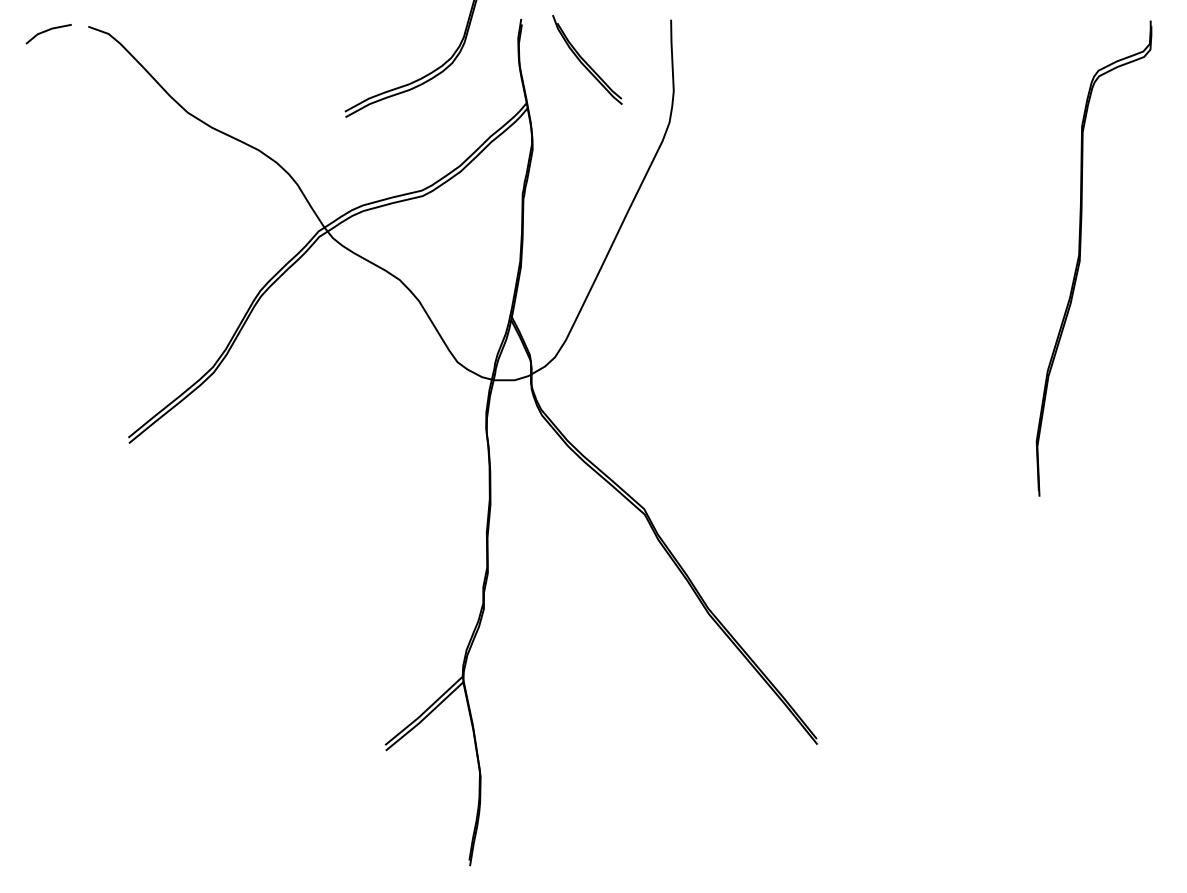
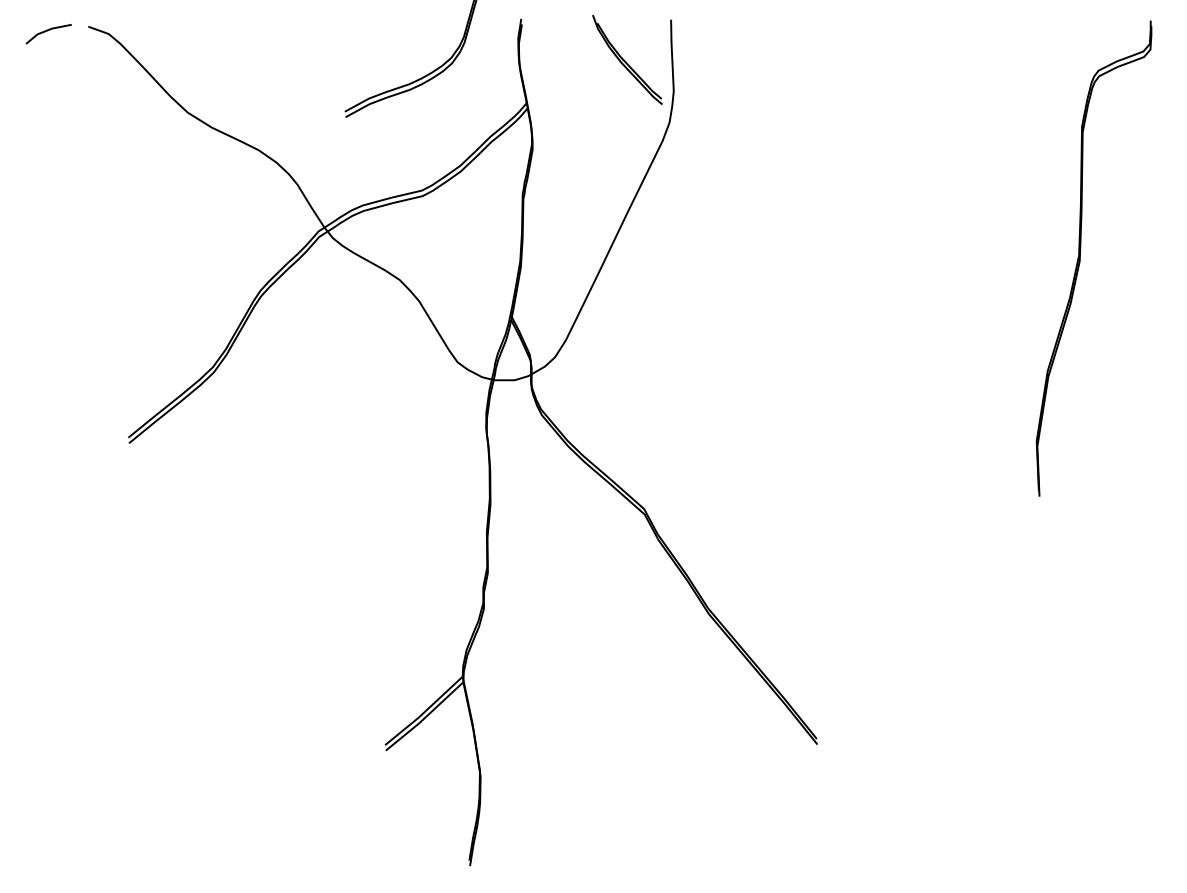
part at (587, 59) position: (587, 59) -> (627, 59)
